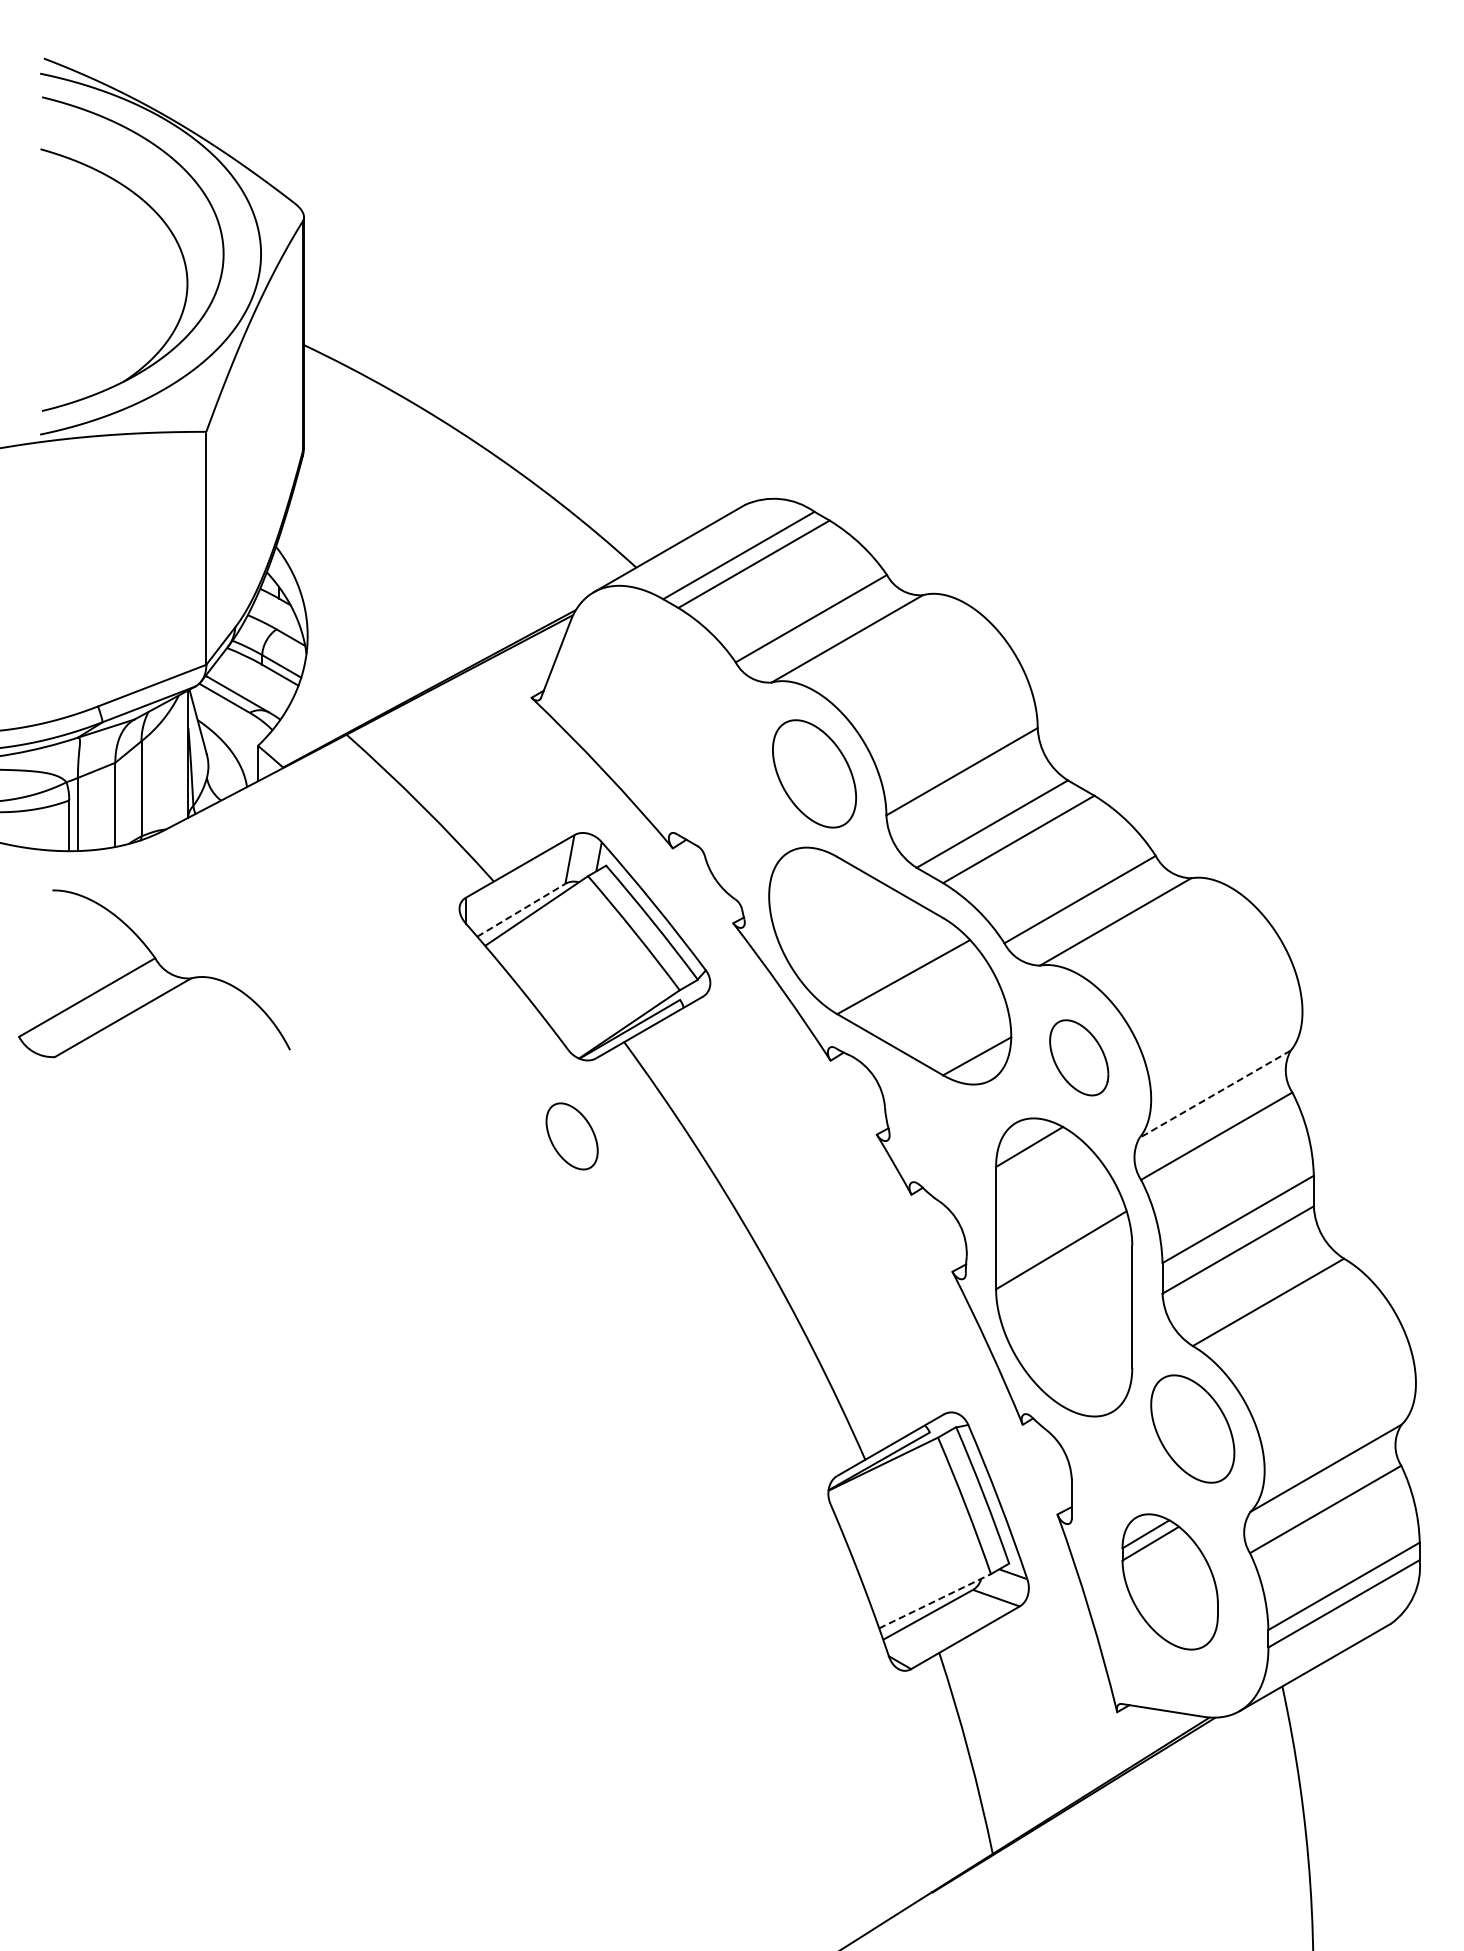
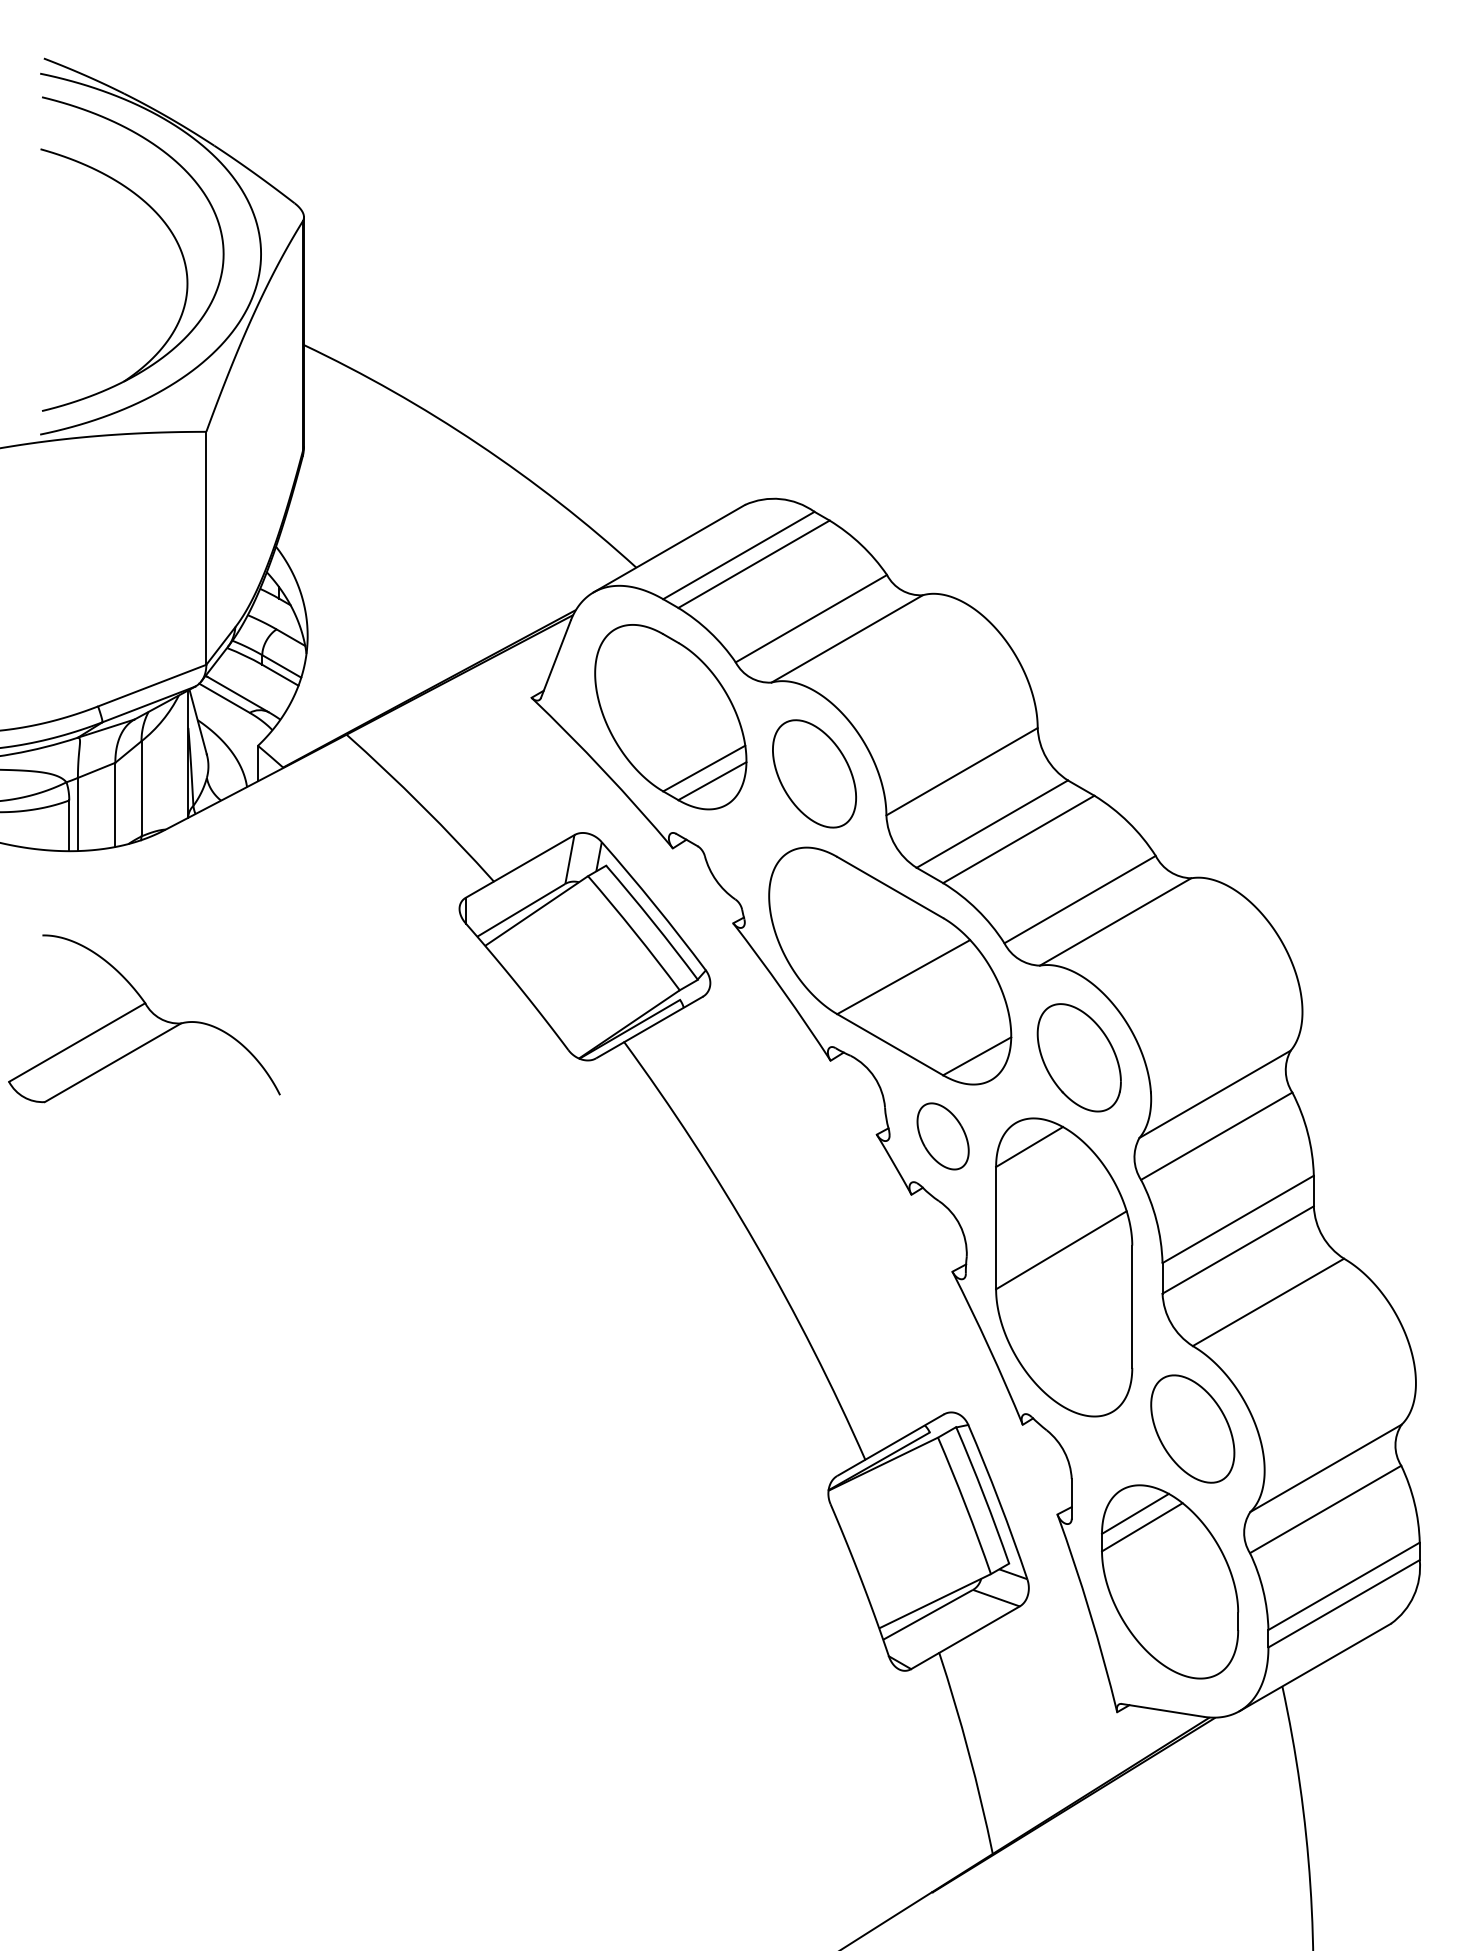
part at (670, 717): none -> present
line at (521, 910): dashed -> solid
part at (154, 973) position: (154, 973) -> (144, 1018)
part at (1079, 1057) size: 61x78 px -> 86x110 px
line at (1214, 1094): dashed -> solid
part at (571, 1136) position: (571, 1136) -> (942, 1136)
part at (1169, 1581) size: 98x138 px -> 139x196 px
line at (935, 1600): dashed -> solid
